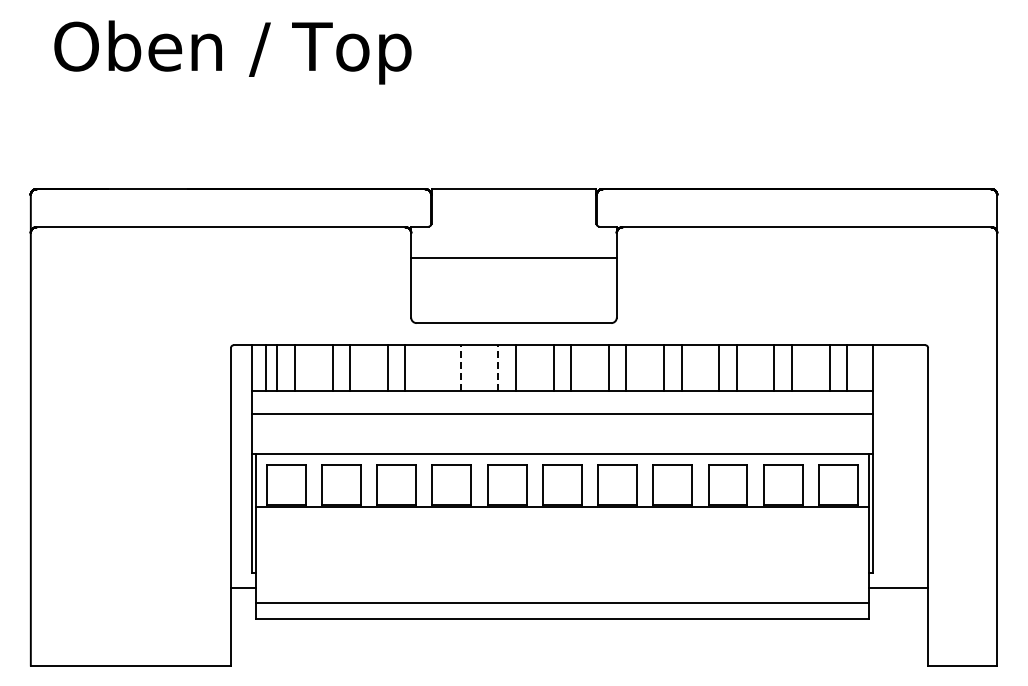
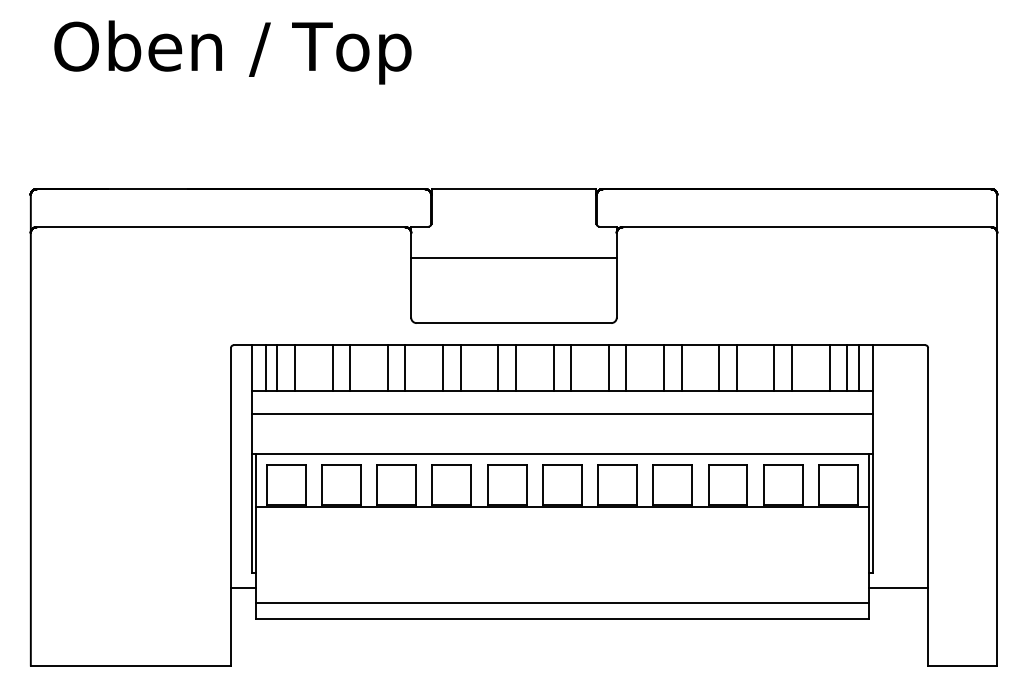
line at (443, 367): none -> present
line at (859, 367): none -> present
line at (460, 368): dashed -> solid
line at (498, 368): dashed -> solid
